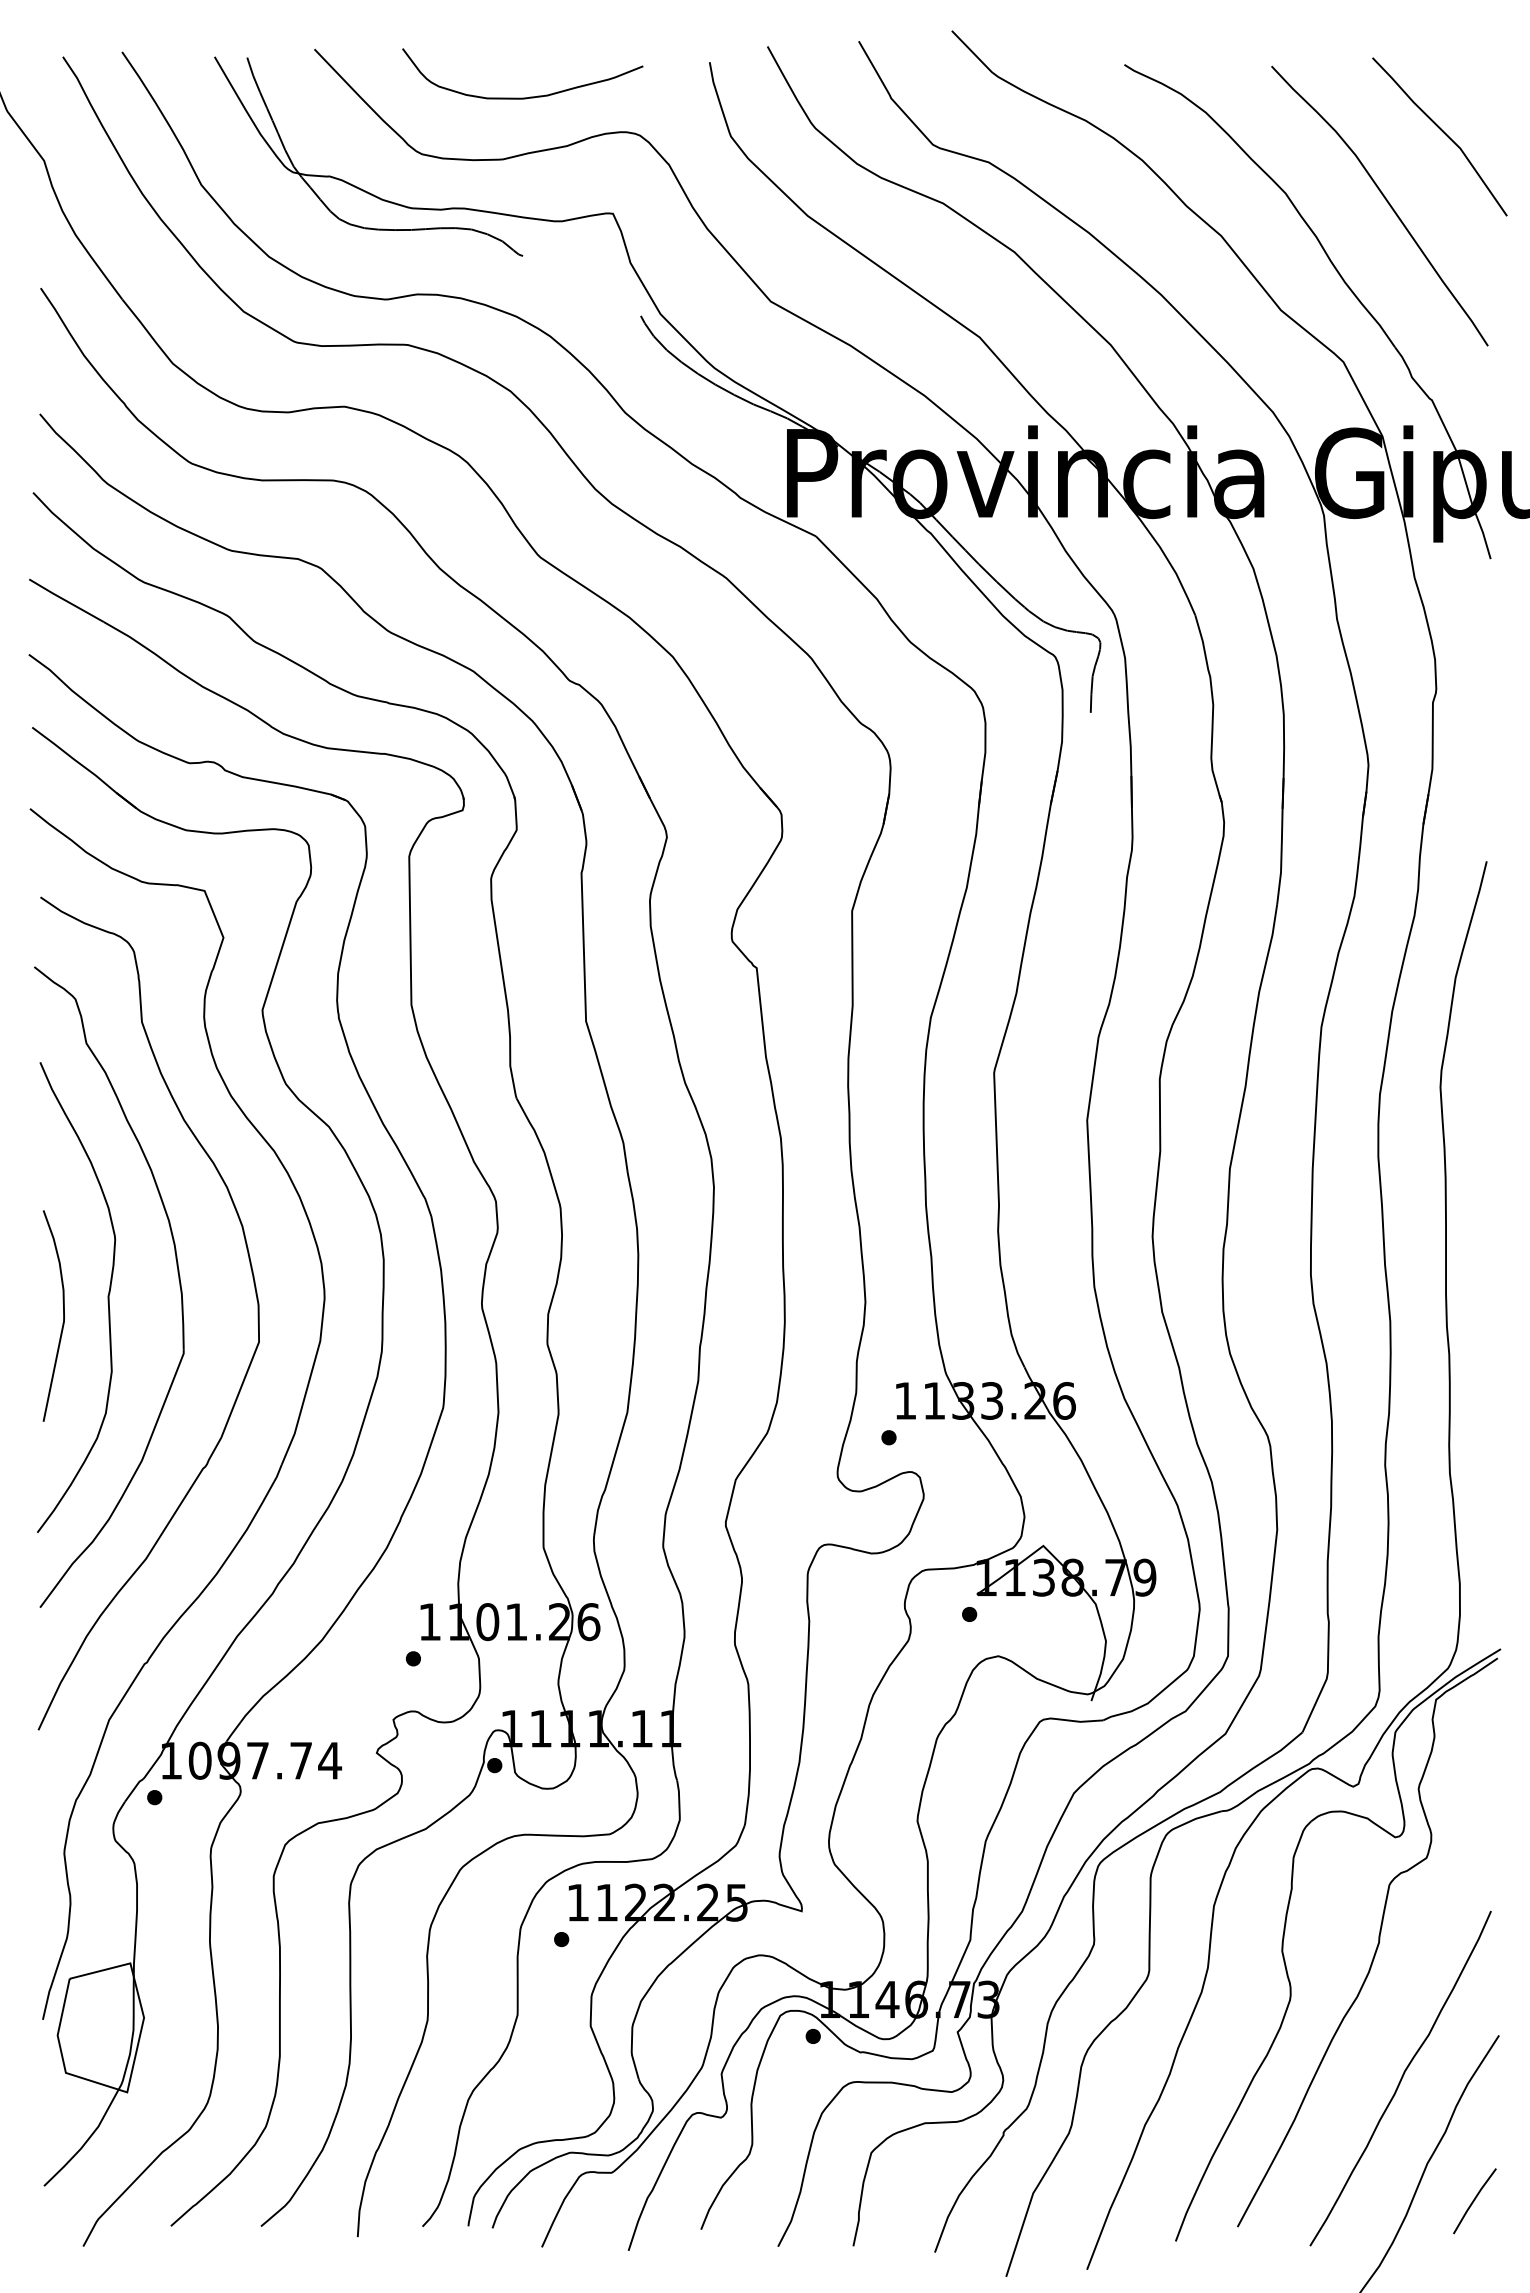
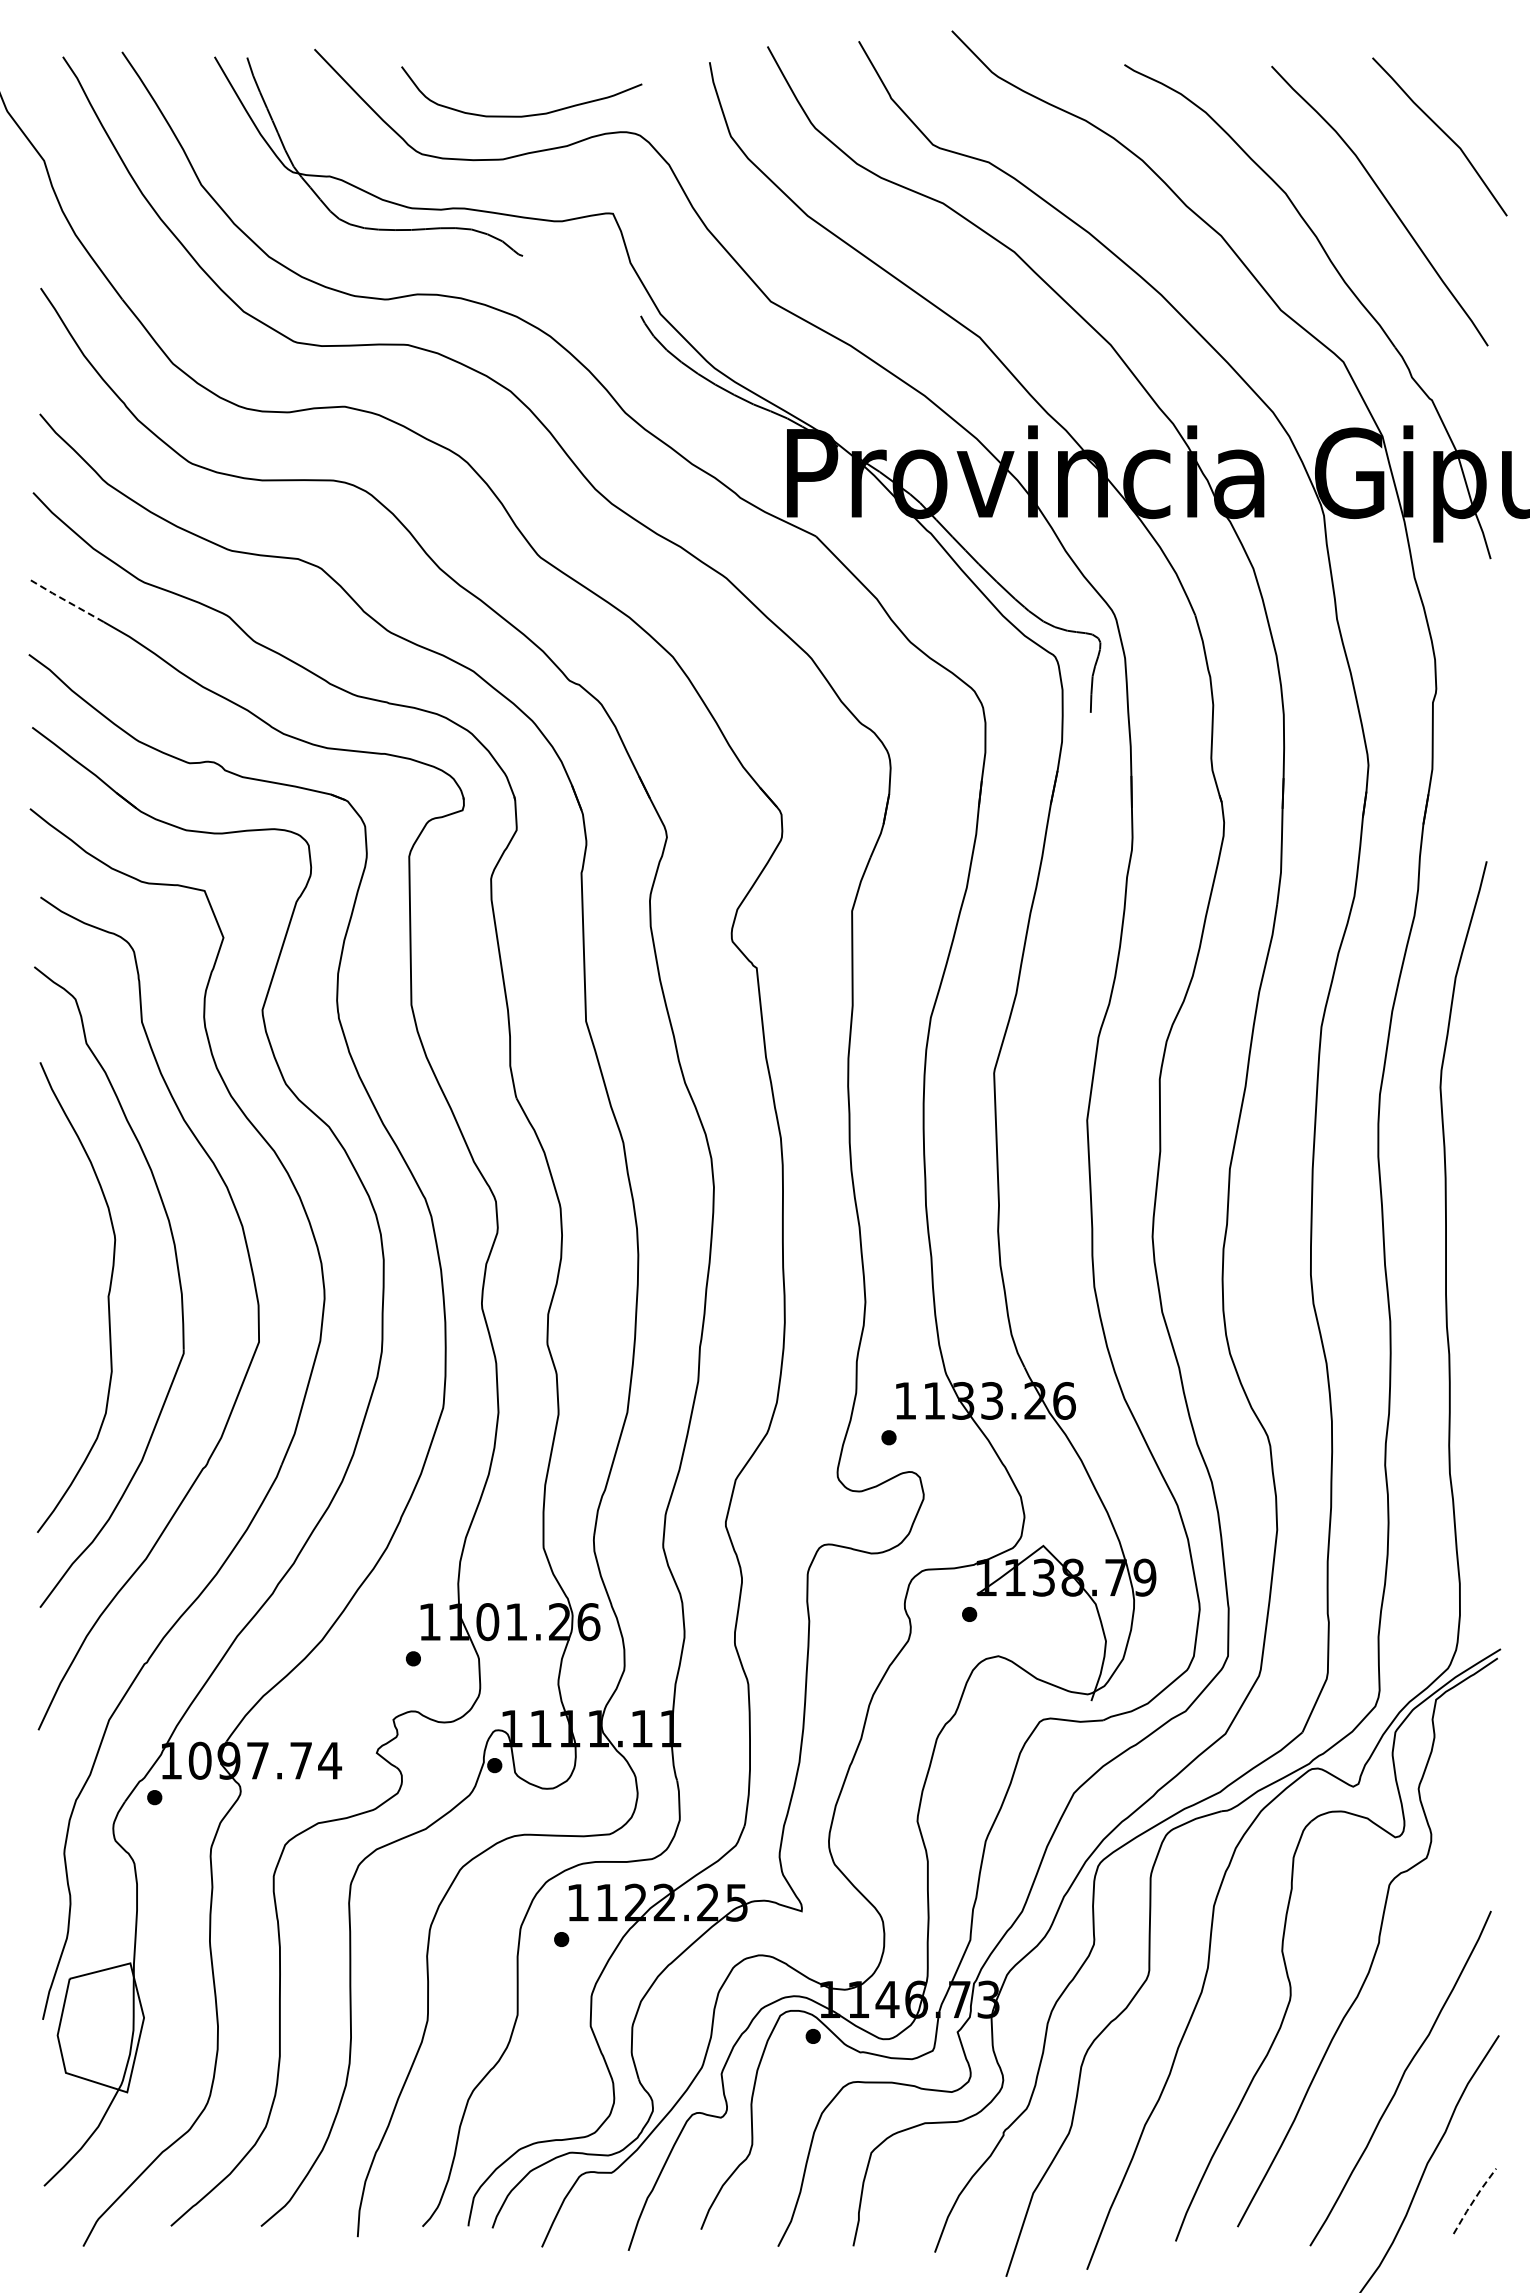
curve at (522, 97) position: (522, 97) -> (521, 115)
line at (65, 600): solid -> dashed
curve at (63, 1315): present -> none
line at (1473, 2200): solid -> dashed
